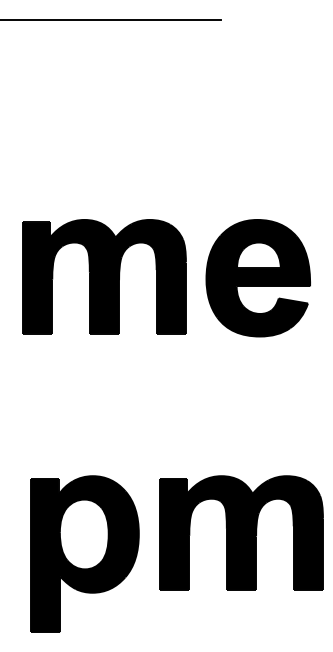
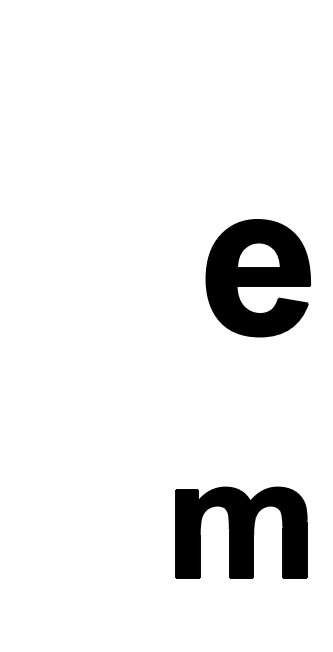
line at (111, 19): present -> none
part at (104, 276): present -> none
part at (241, 532) size: 165x116 px -> 133x93 px
part at (84, 553): present -> none
